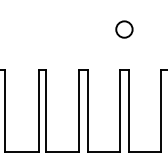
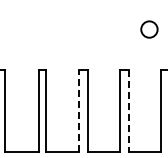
circle at (124, 29) position: (124, 29) -> (149, 29)
line at (79, 111): solid -> dashed
line at (128, 111): solid -> dashed
